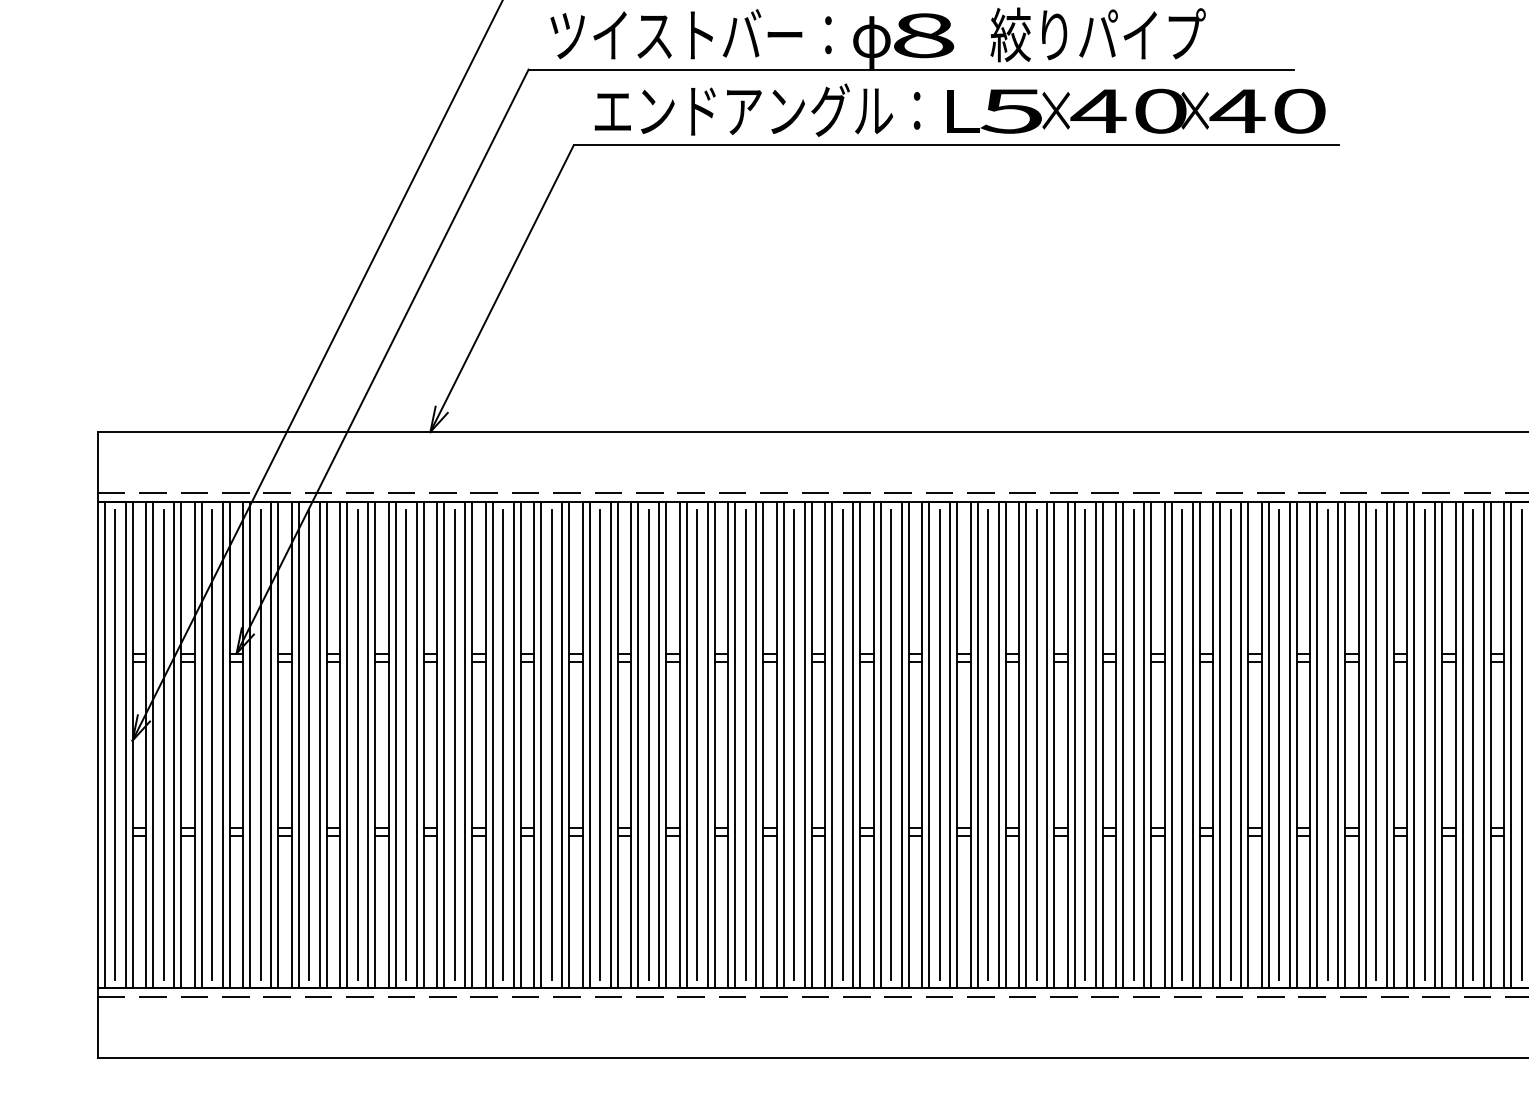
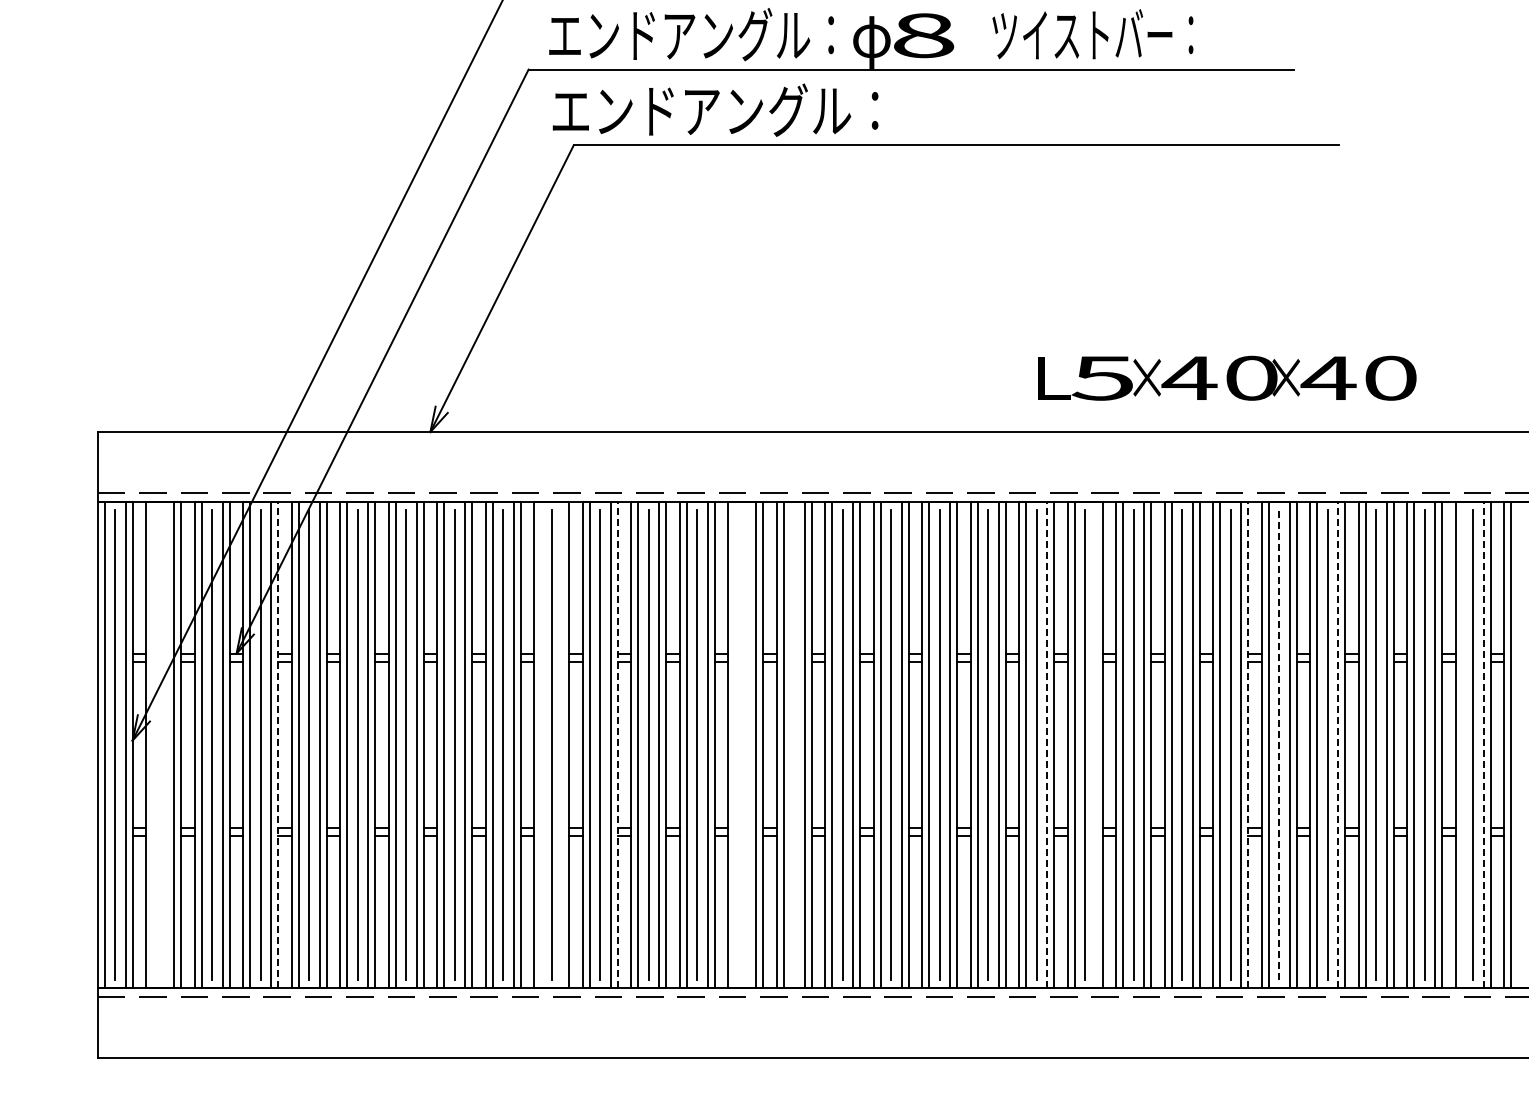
text at (691, 34): ツイストバー： -> エンドアングル：
text at (1097, 34): 絞りパイプ -> ツイストバー：
text at (757, 109) position: (757, 109) -> (715, 109)
text at (1136, 110) position: (1136, 110) -> (1227, 377)
line at (153, 744): present -> none
line at (163, 744): present -> none
line at (278, 744): solid -> dashed
line at (541, 744): present -> none
line at (562, 744): present -> none
line at (617, 744): solid -> dashed
line at (735, 744): present -> none
line at (745, 744): present -> none
line at (794, 744): present -> none
line at (1047, 744): solid -> dashed
line at (1095, 744): present -> none
line at (1248, 744): solid -> dashed
line at (1279, 744): solid -> dashed
line at (1338, 744): solid -> dashed
line at (1462, 744): present -> none
line at (1483, 744): solid -> dashed
line at (1521, 744): present -> none
